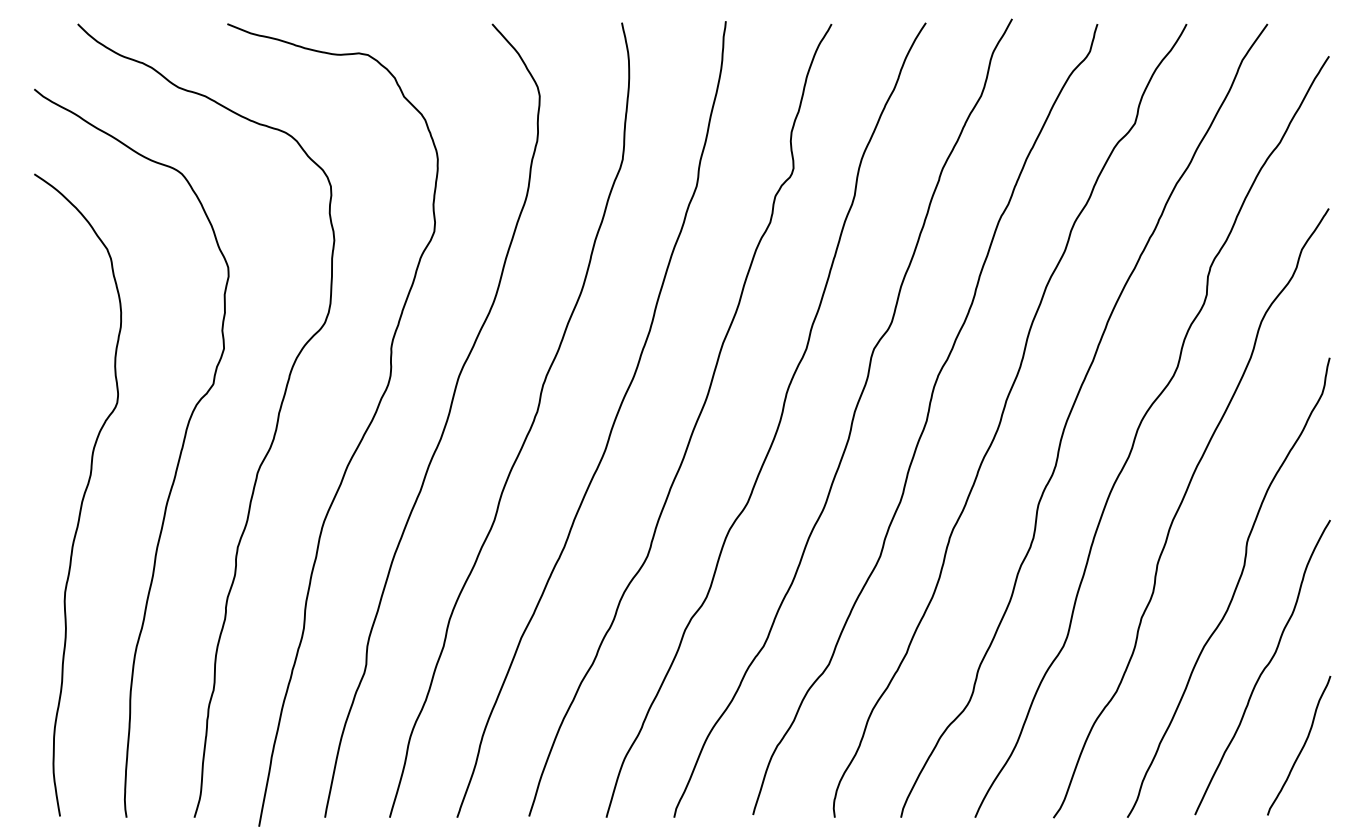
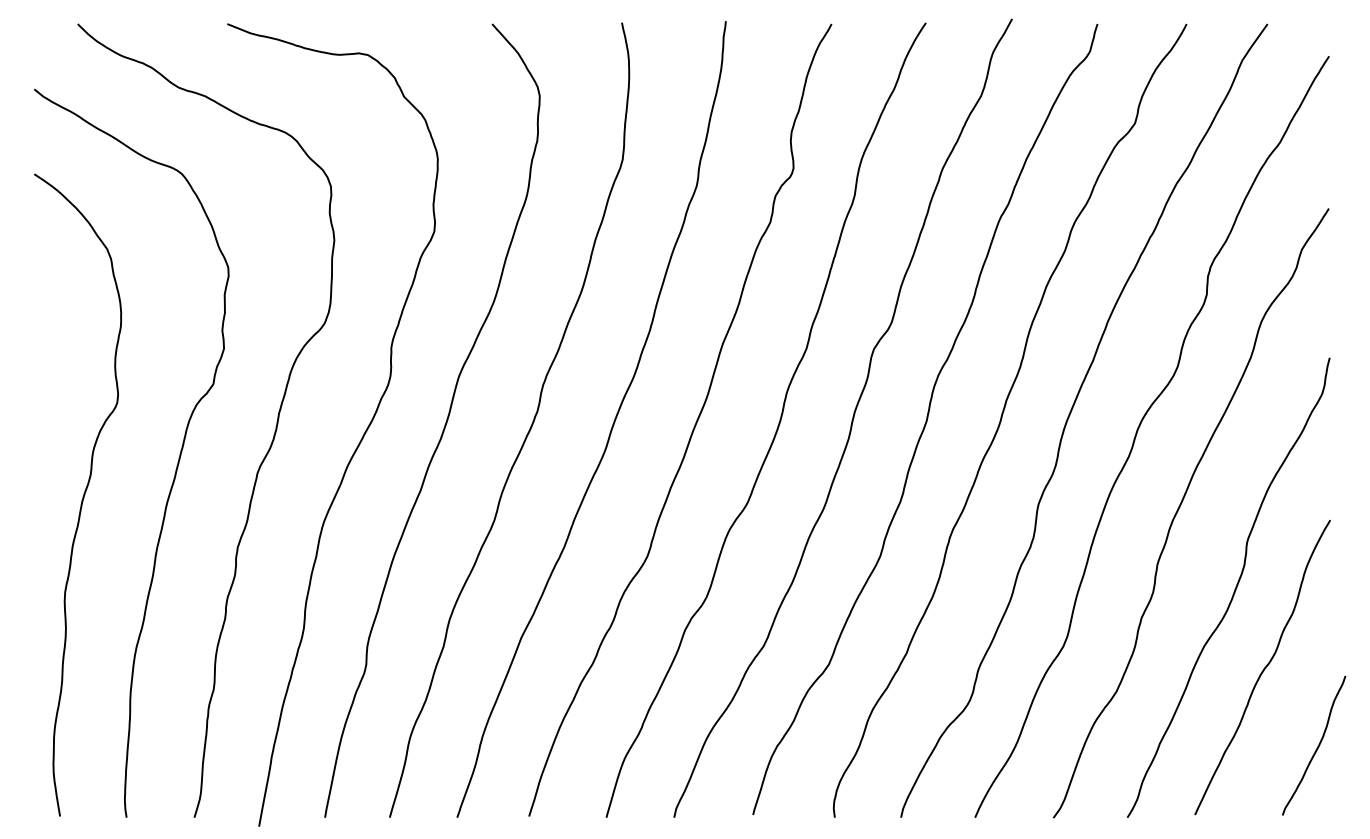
curve at (1302, 746) position: (1302, 746) -> (1317, 746)
